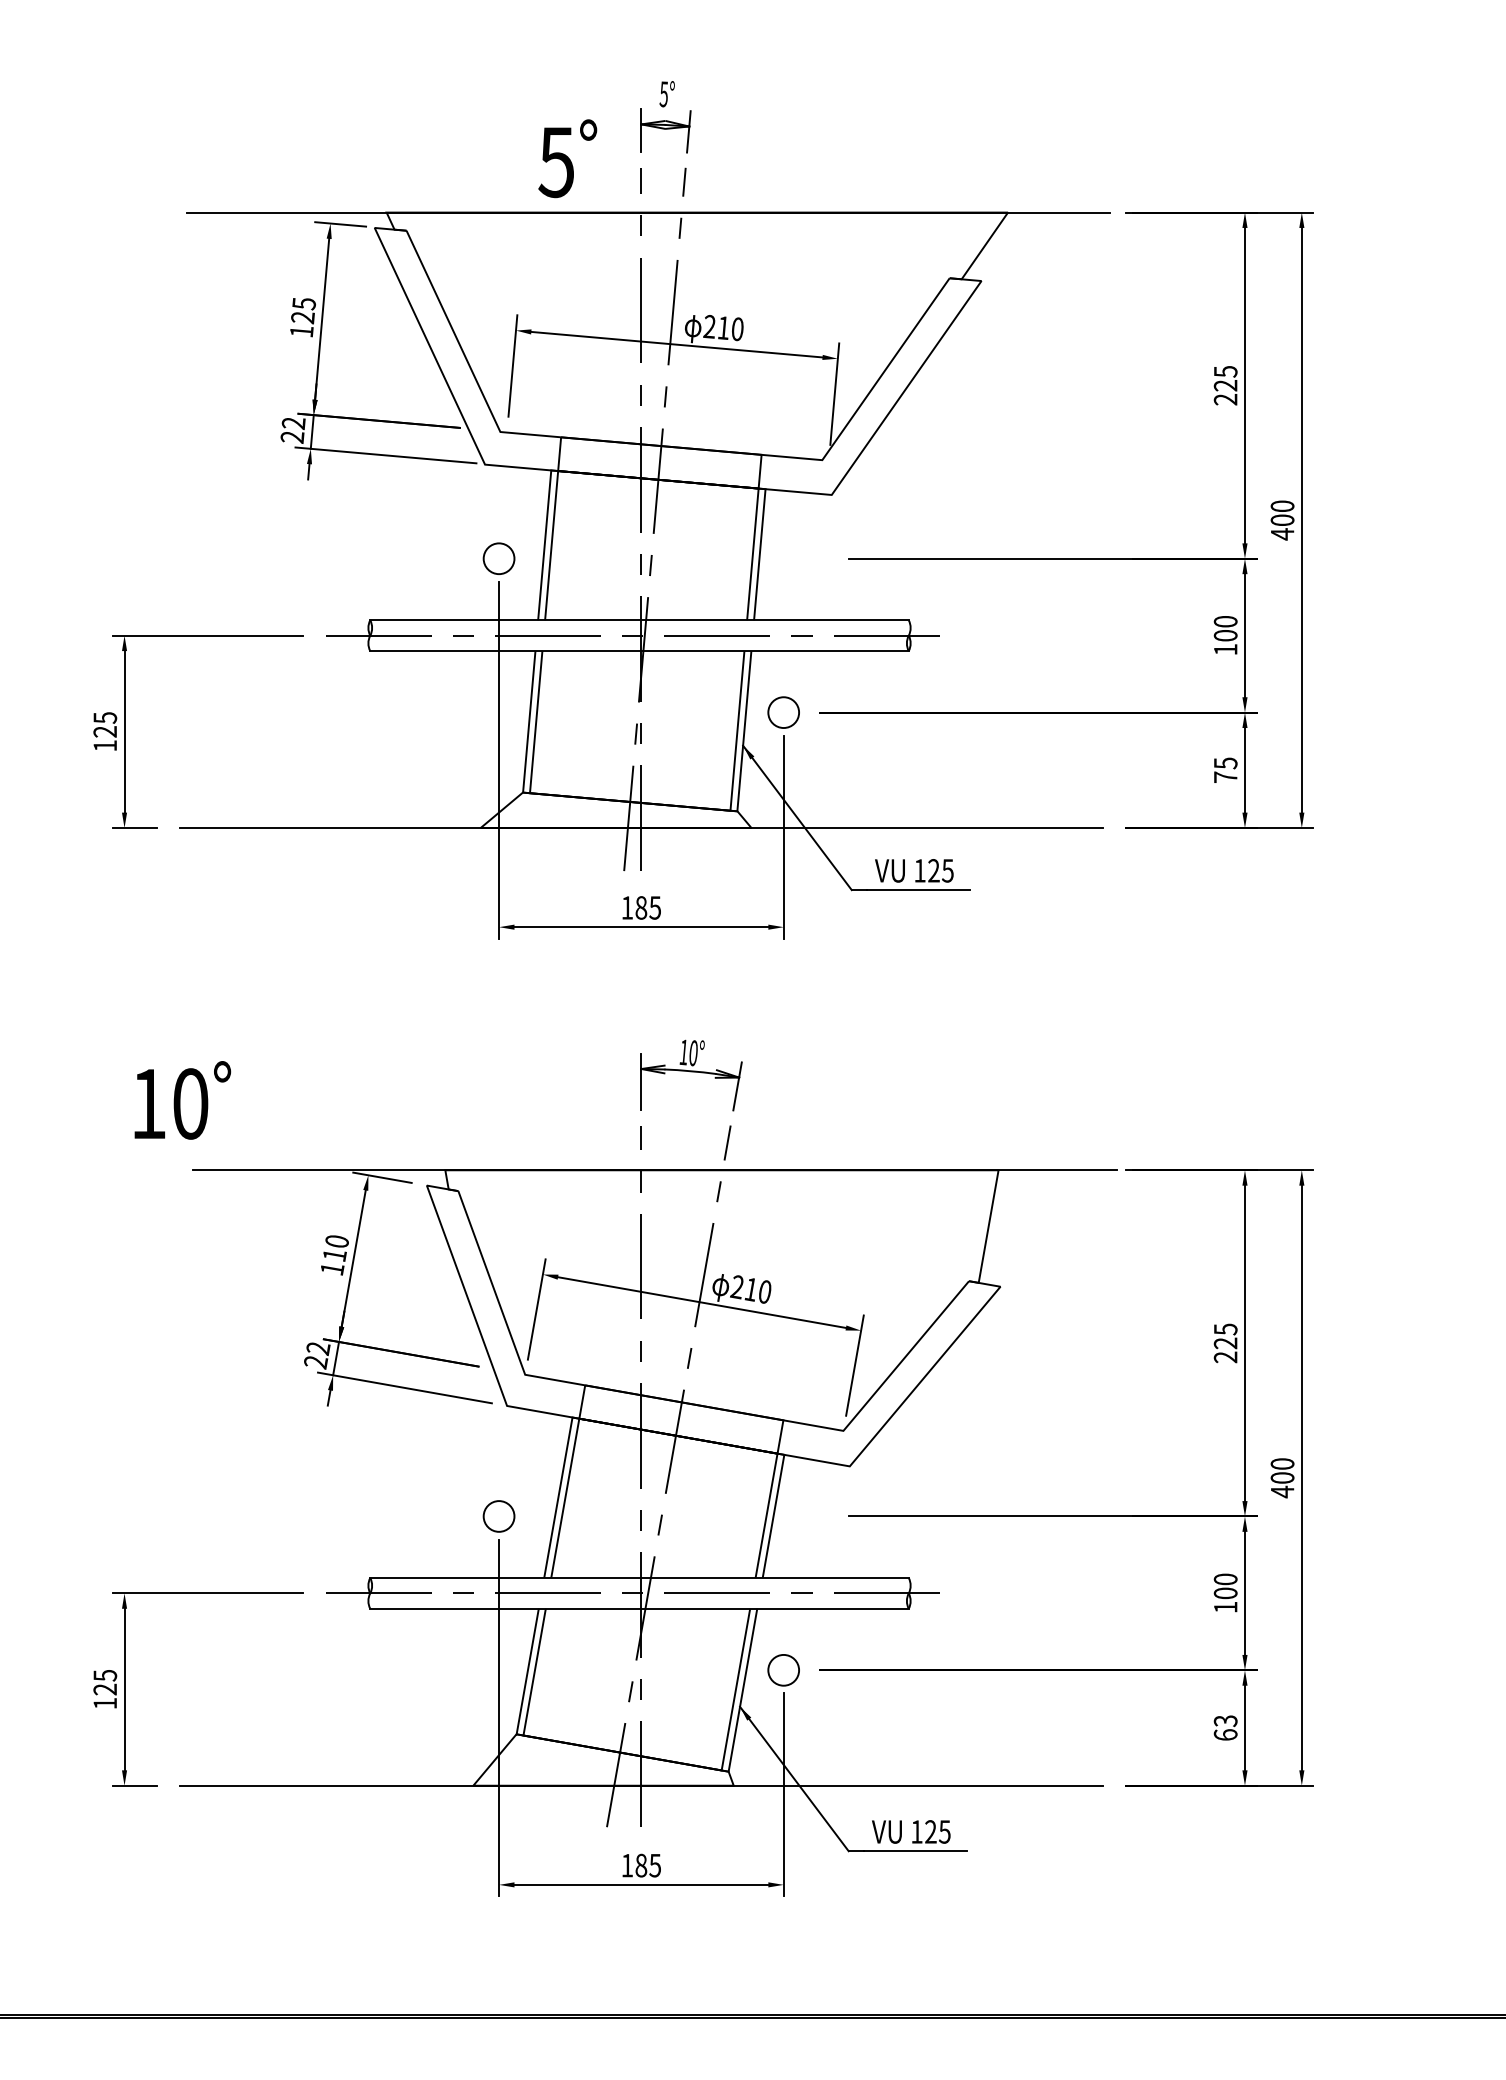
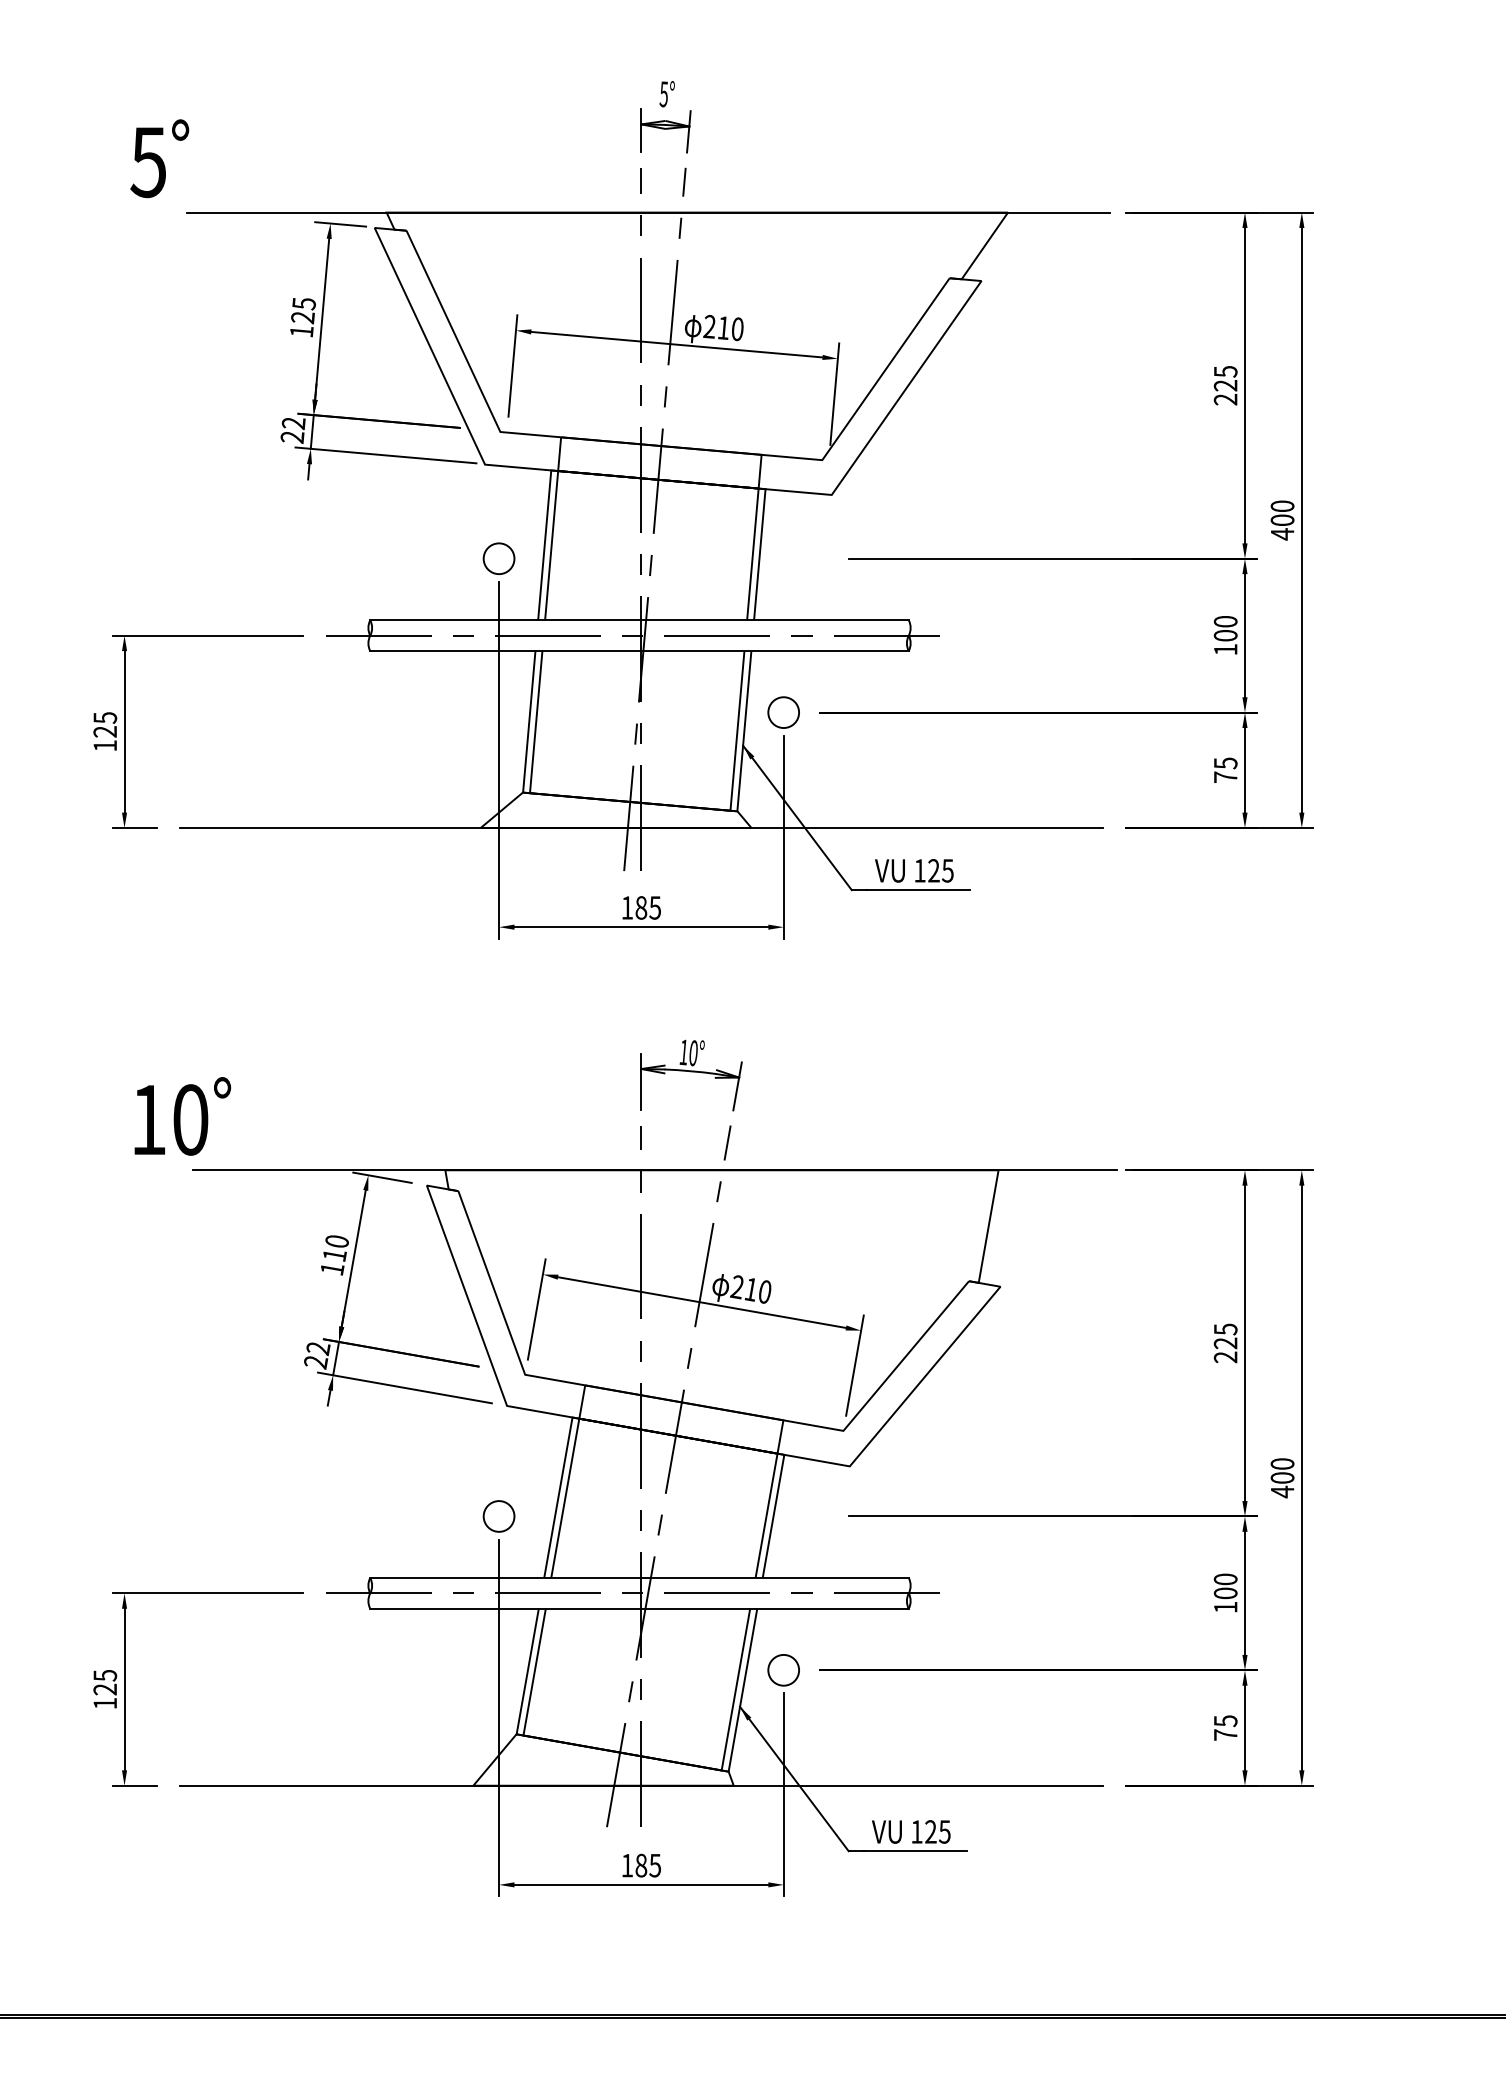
text at (567, 158) position: (567, 158) -> (159, 158)
text at (182, 1100) position: (182, 1100) -> (182, 1116)
text at (1225, 1727): 63 -> 75
